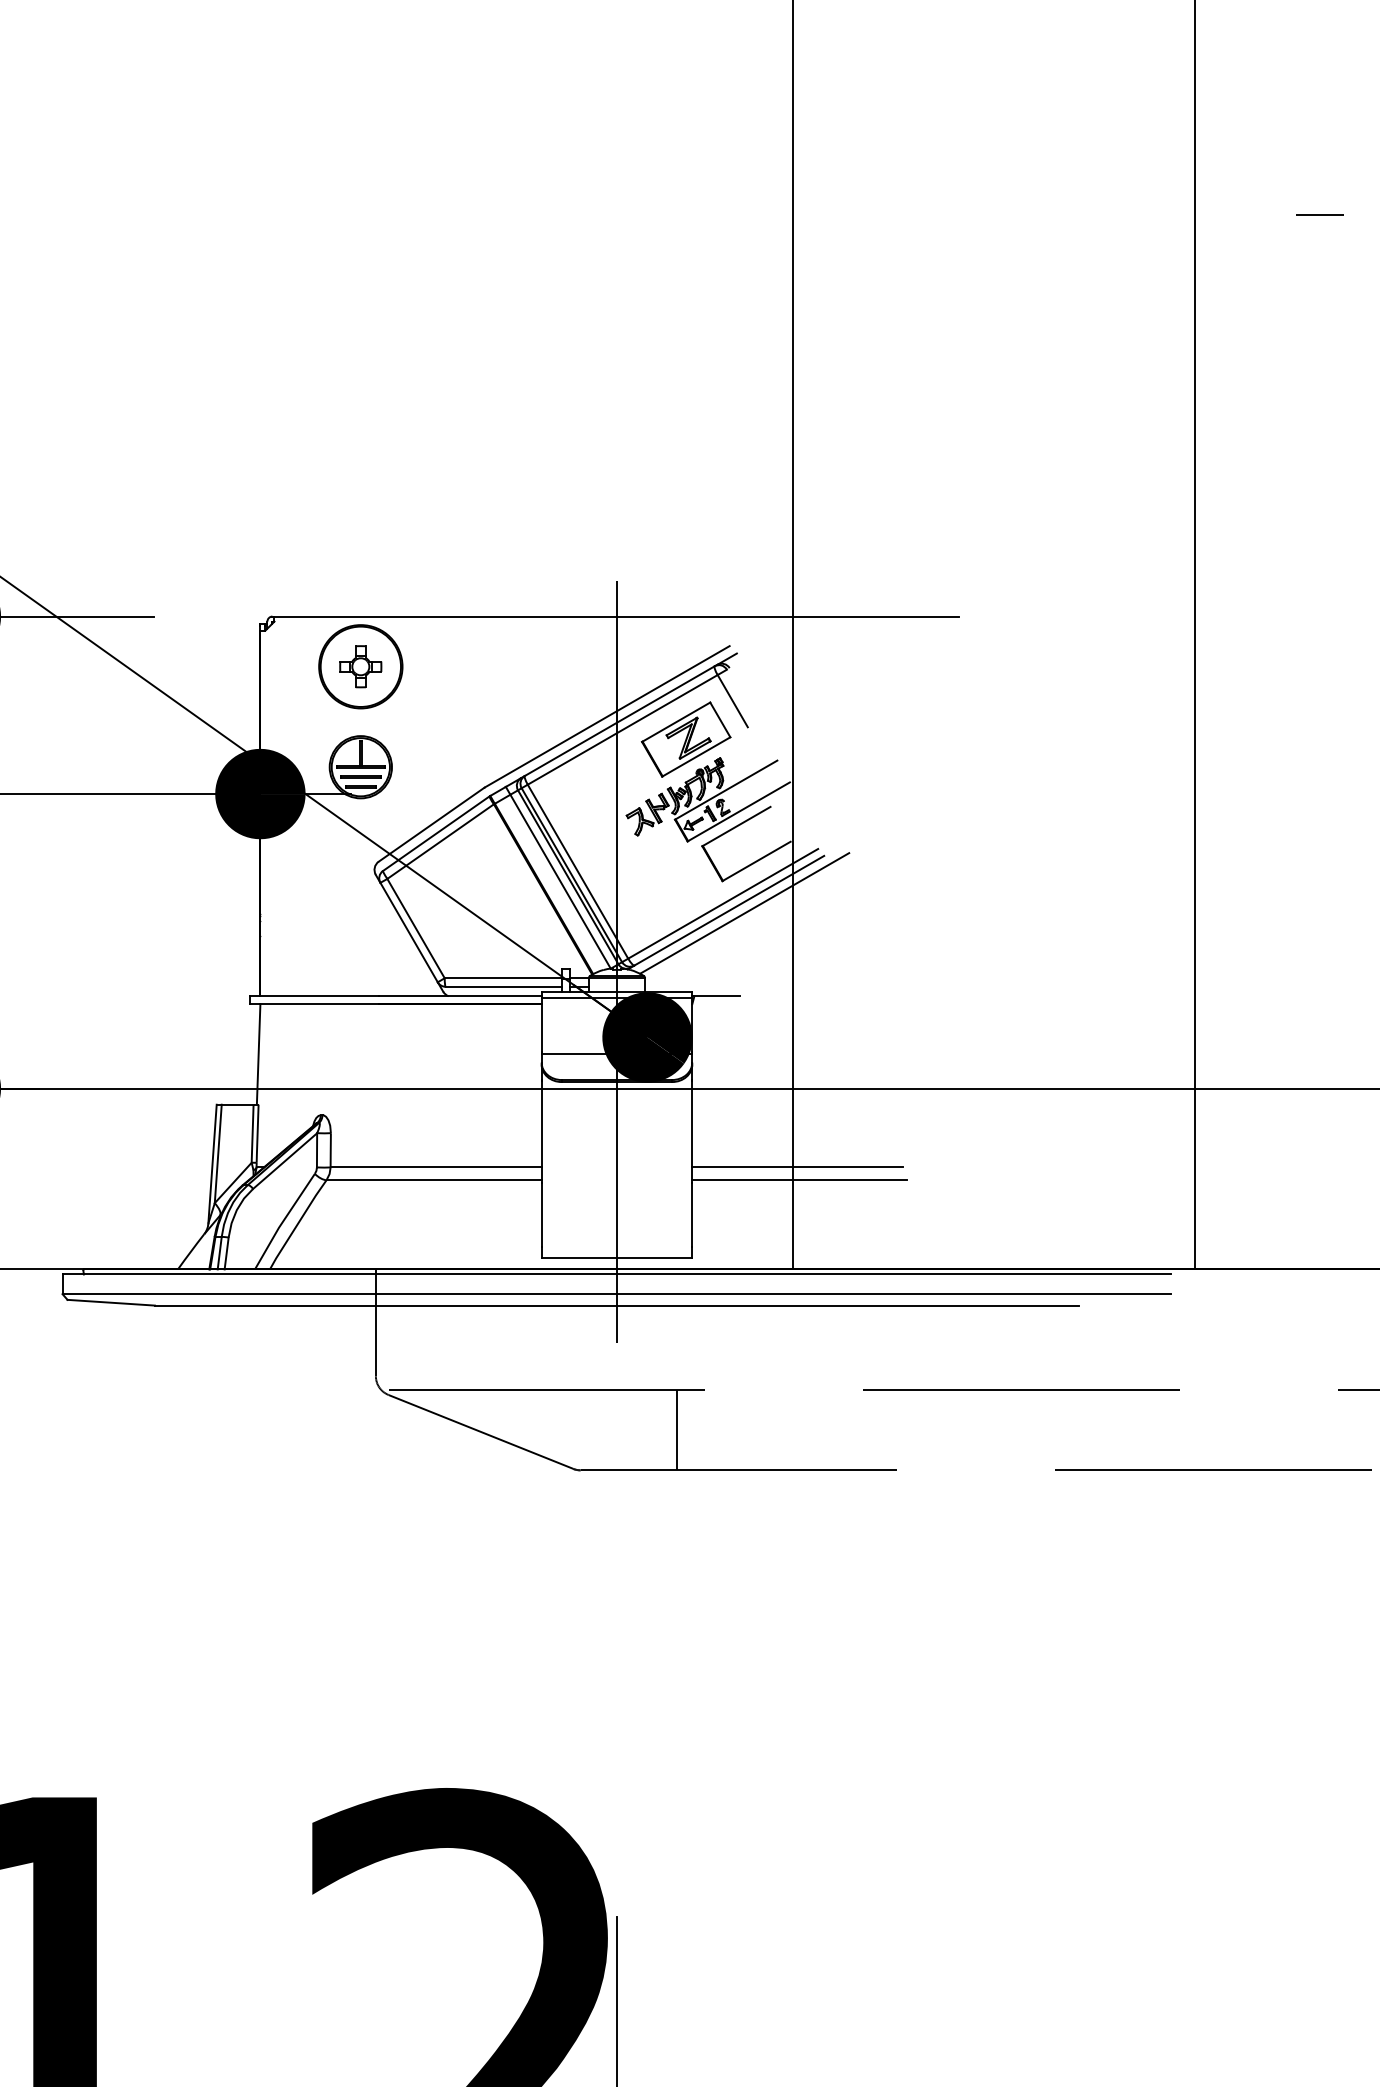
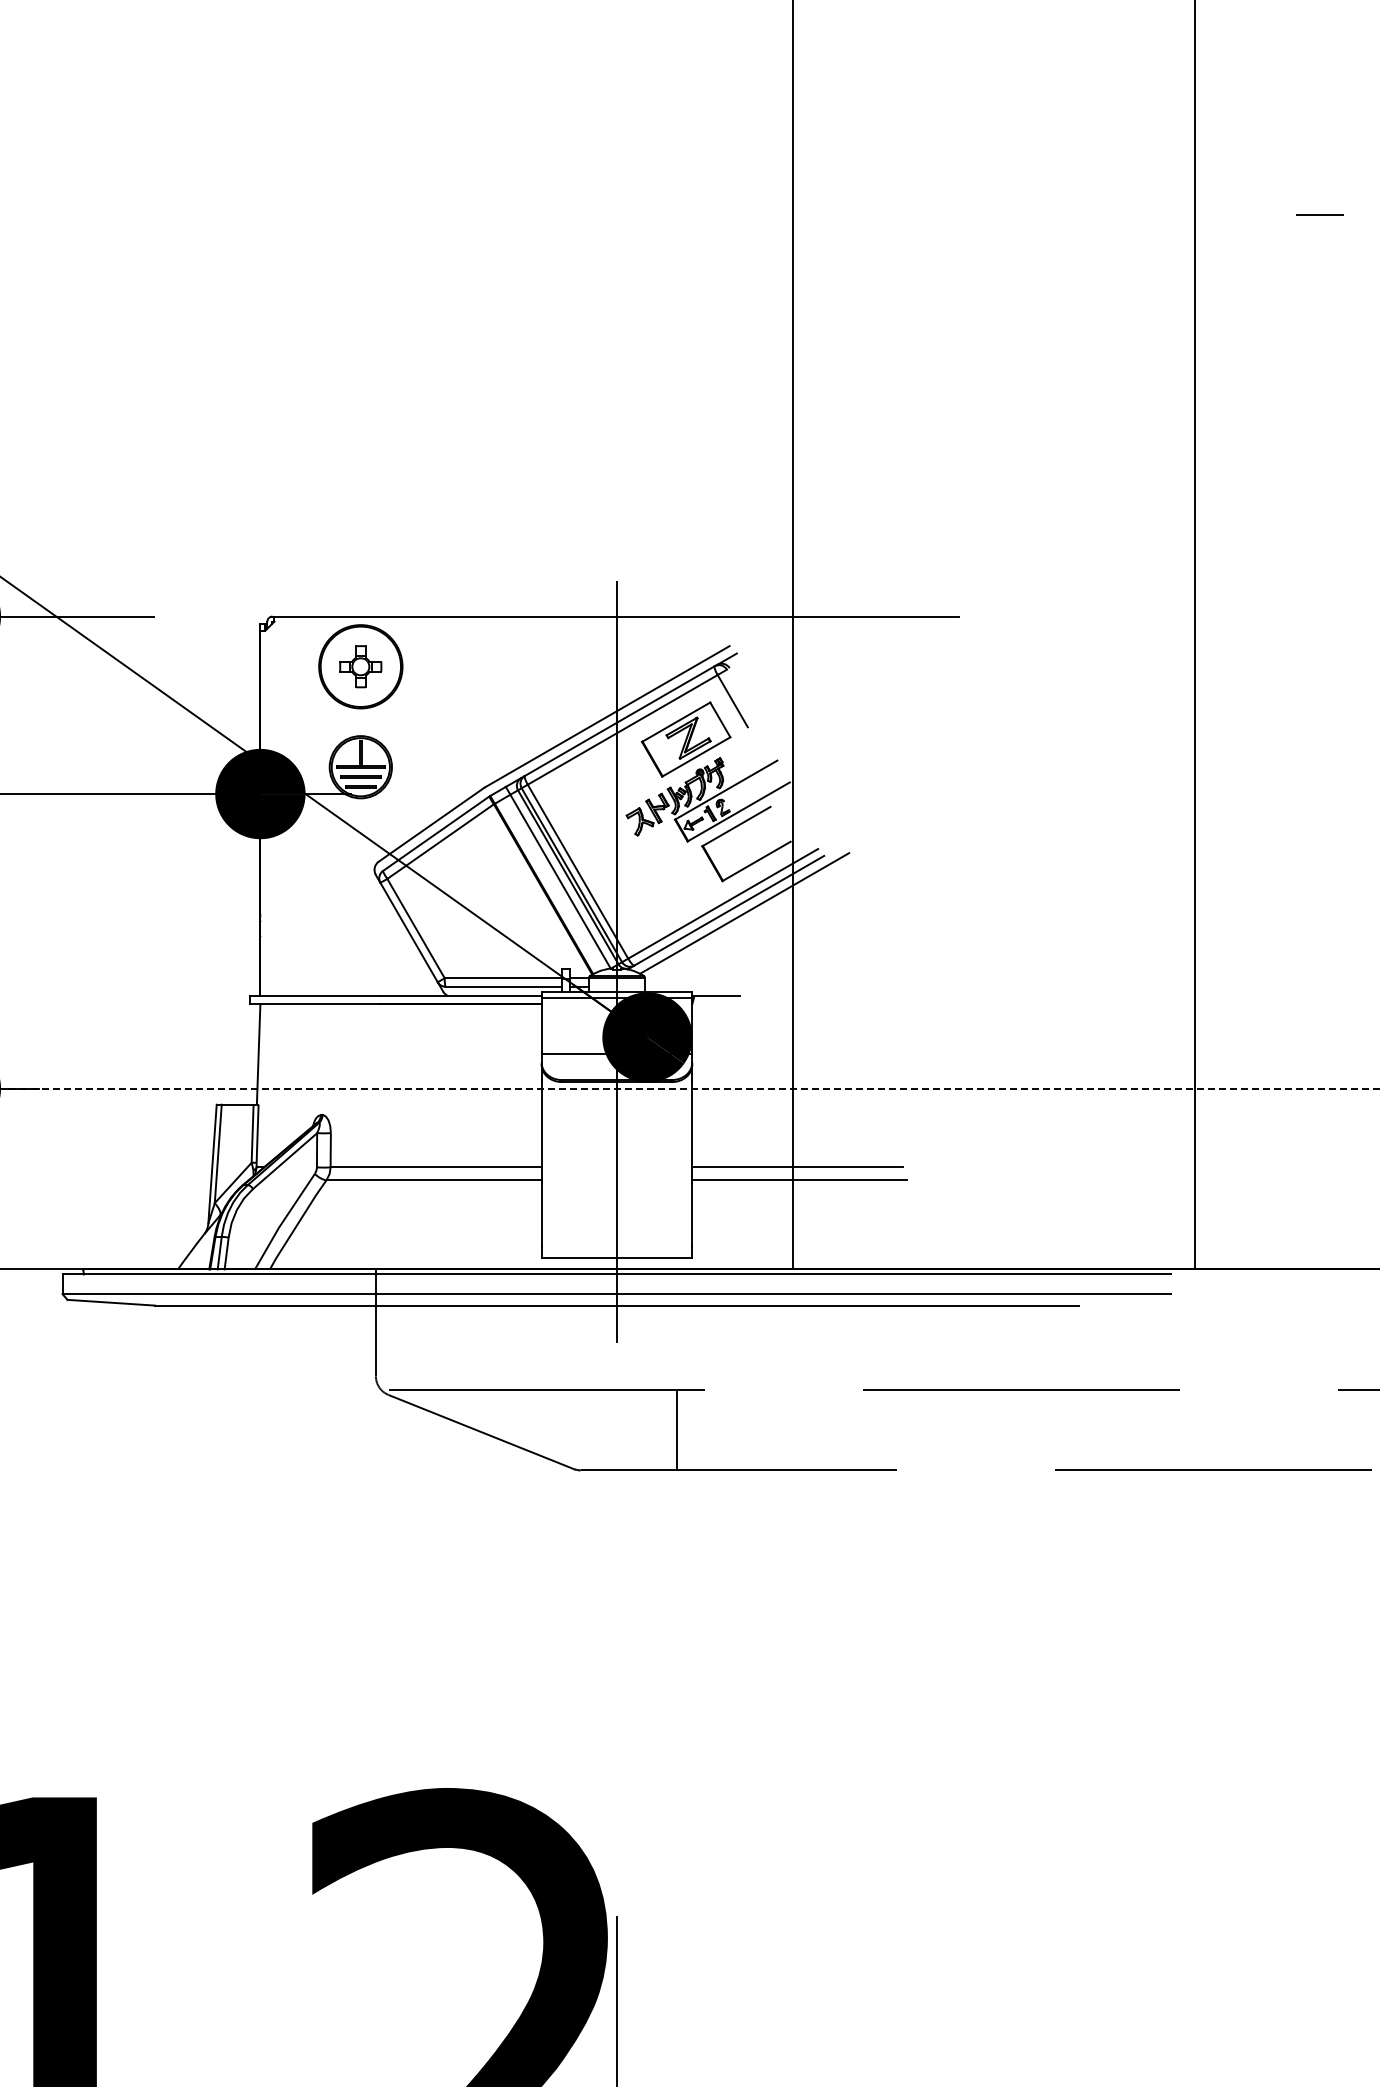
line at (690, 1088): solid -> dashed
